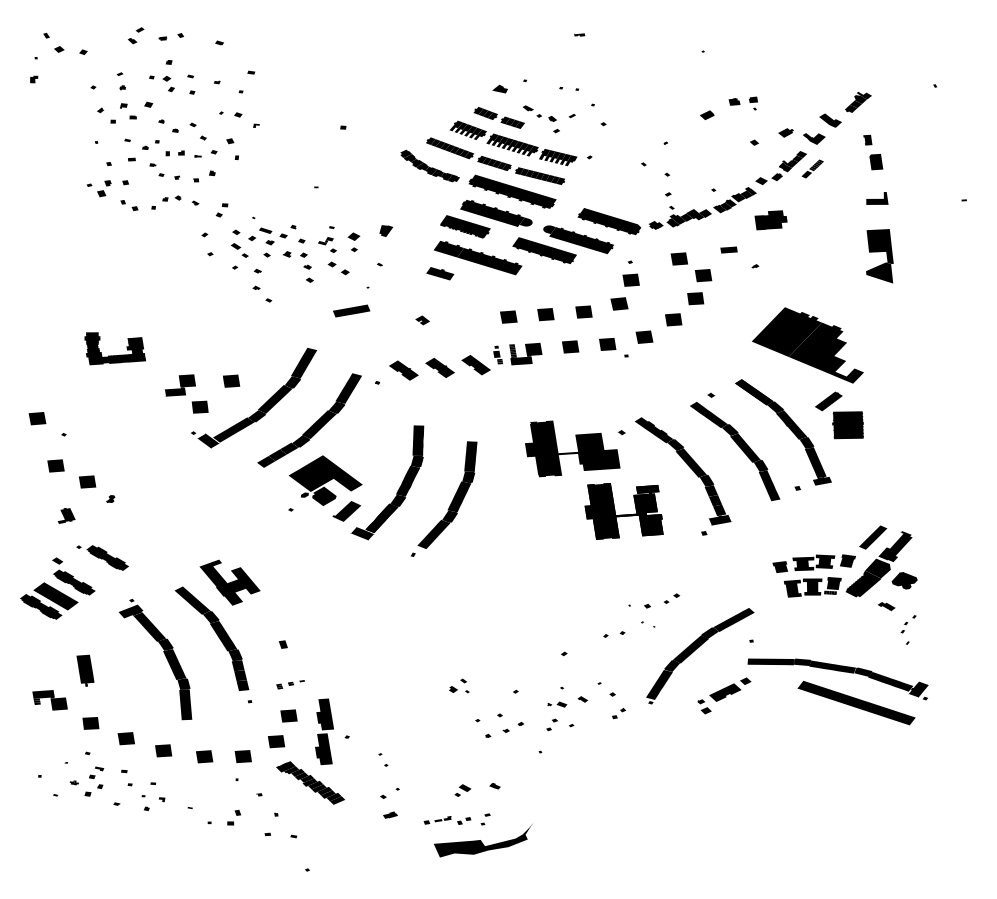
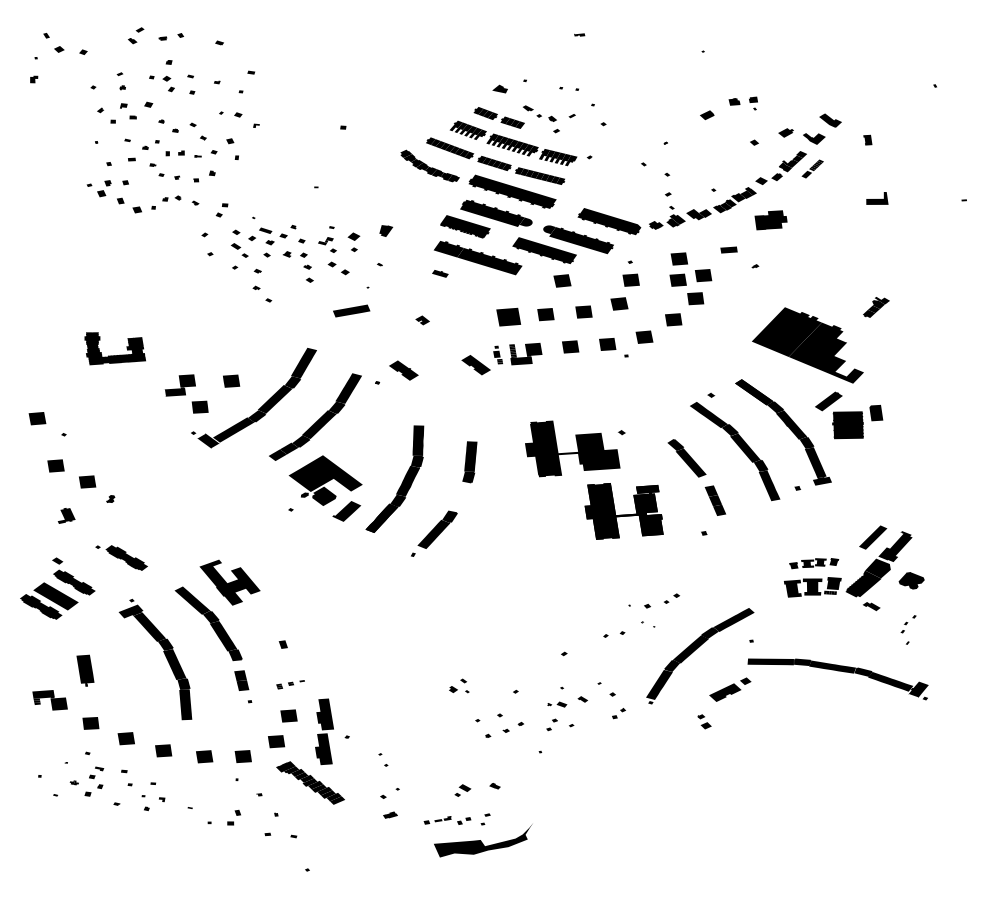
part at (858, 102) position: (858, 102) -> (876, 307)
part at (876, 162) position: (876, 162) -> (876, 413)
part at (129, 205) size: 19x11 px -> 25x17 px
fill at (686, 217): present -> none
part at (879, 256): present -> none
part at (440, 273) size: 29x14 px -> 17x8 px
part at (677, 279): none -> present
part at (562, 280): none -> present
part at (508, 316) size: 18x14 px -> 26x20 px
part at (439, 367): present -> none
fill at (653, 430): present -> none
fill at (266, 461): present -> none
fill at (706, 480): present -> none
fill at (459, 496): present -> none
fill at (719, 519): present -> none
fill at (362, 533): present -> none
part at (102, 557) position: (102, 557) -> (121, 557)
part at (813, 563) size: 84x19 px -> 51x12 px
part at (904, 580) position: (904, 580) -> (911, 580)
part at (886, 606) position: (886, 606) -> (871, 606)
fill at (237, 665): present -> none
part at (856, 703): present -> none
part at (704, 706) position: (704, 706) -> (704, 721)
